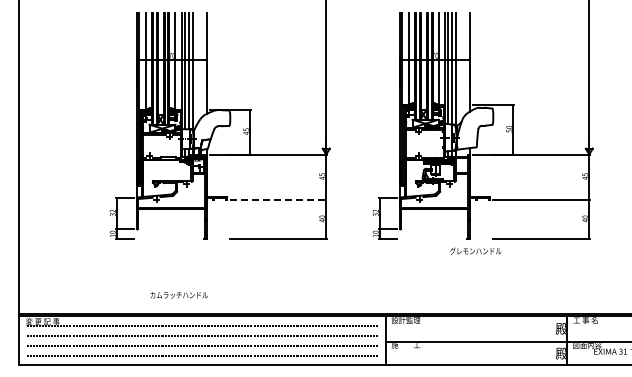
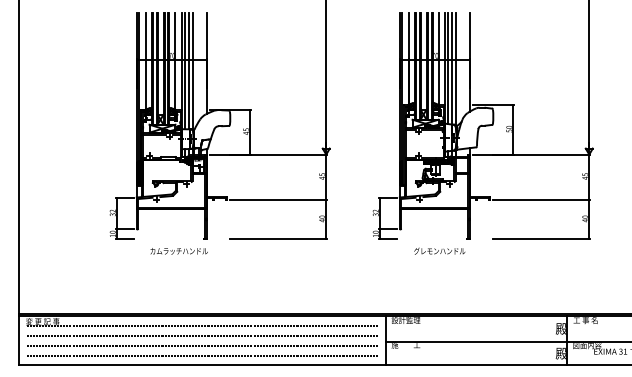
line at (278, 199): dashed -> solid
text at (475, 250) position: (475, 250) -> (439, 250)
text at (178, 295) position: (178, 295) -> (178, 251)
